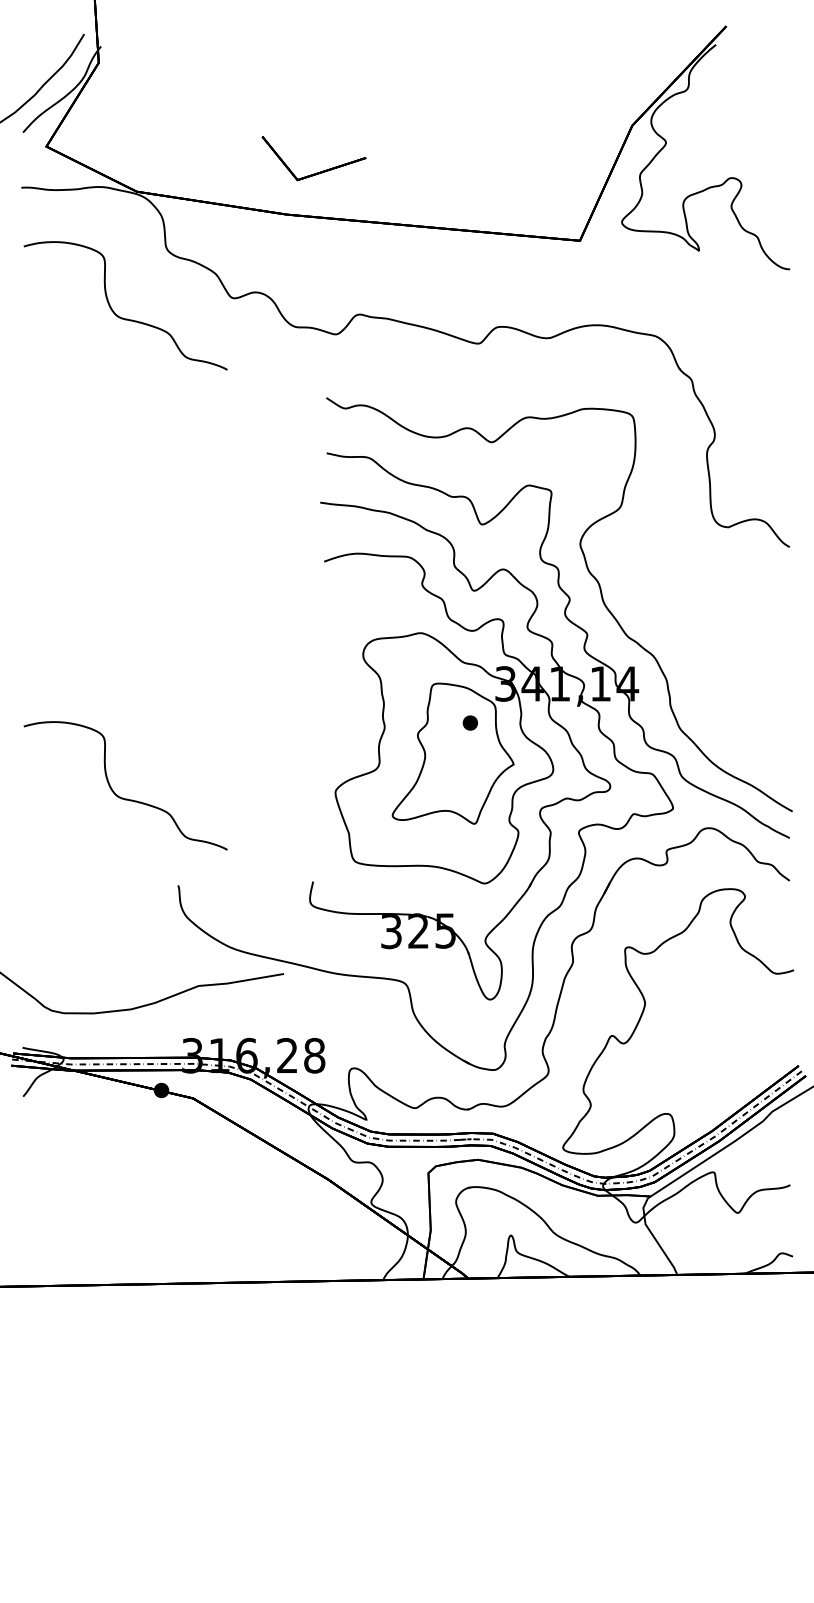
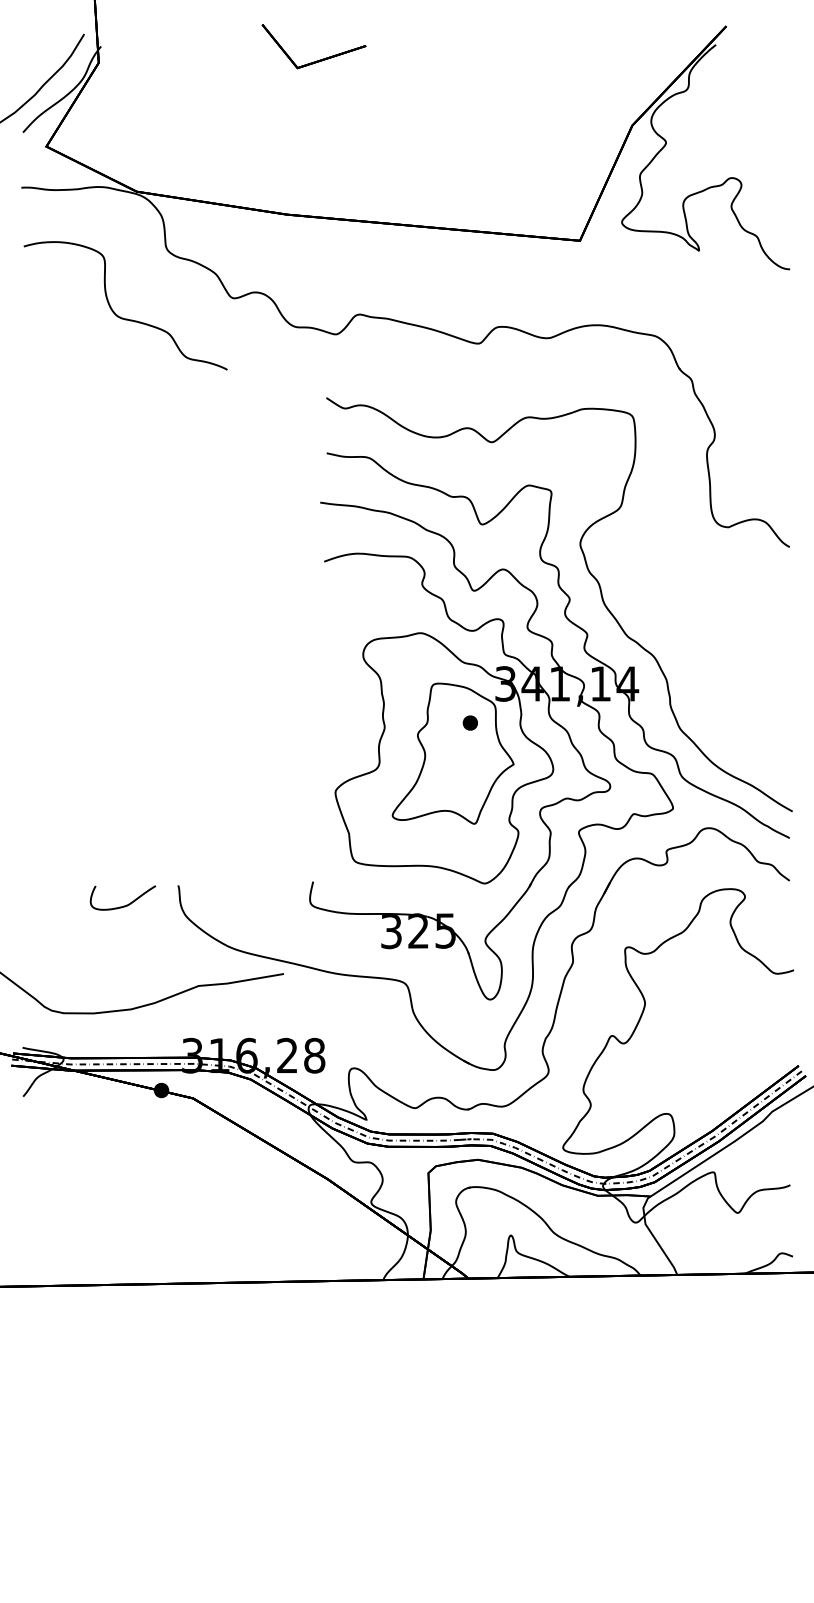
part at (319, 171) position: (319, 171) -> (319, 59)
curve at (117, 794): present -> none
curve at (126, 904): none -> present
